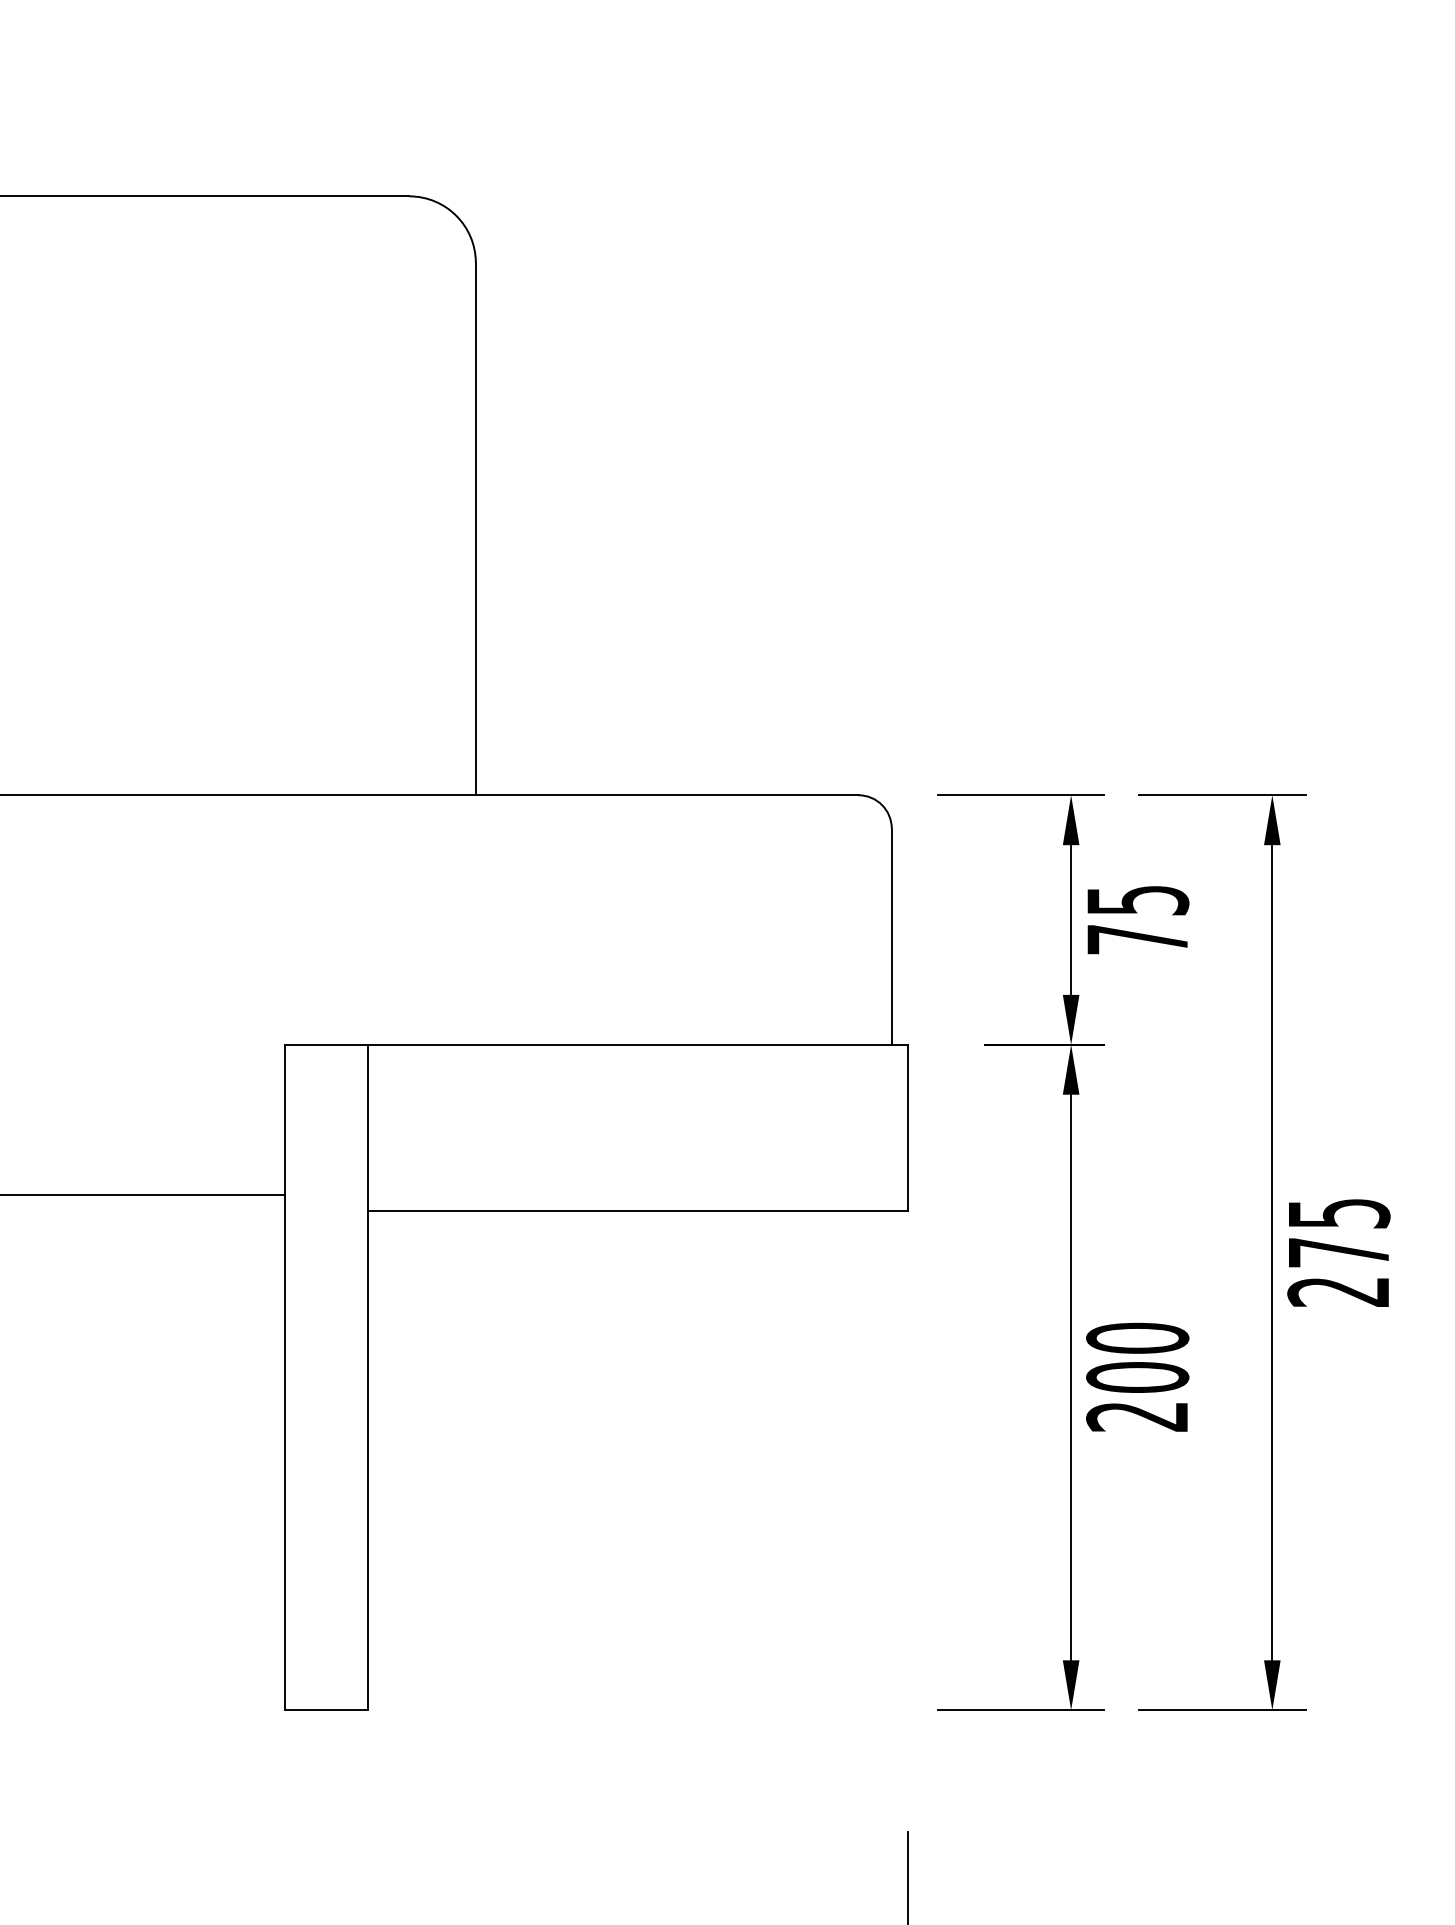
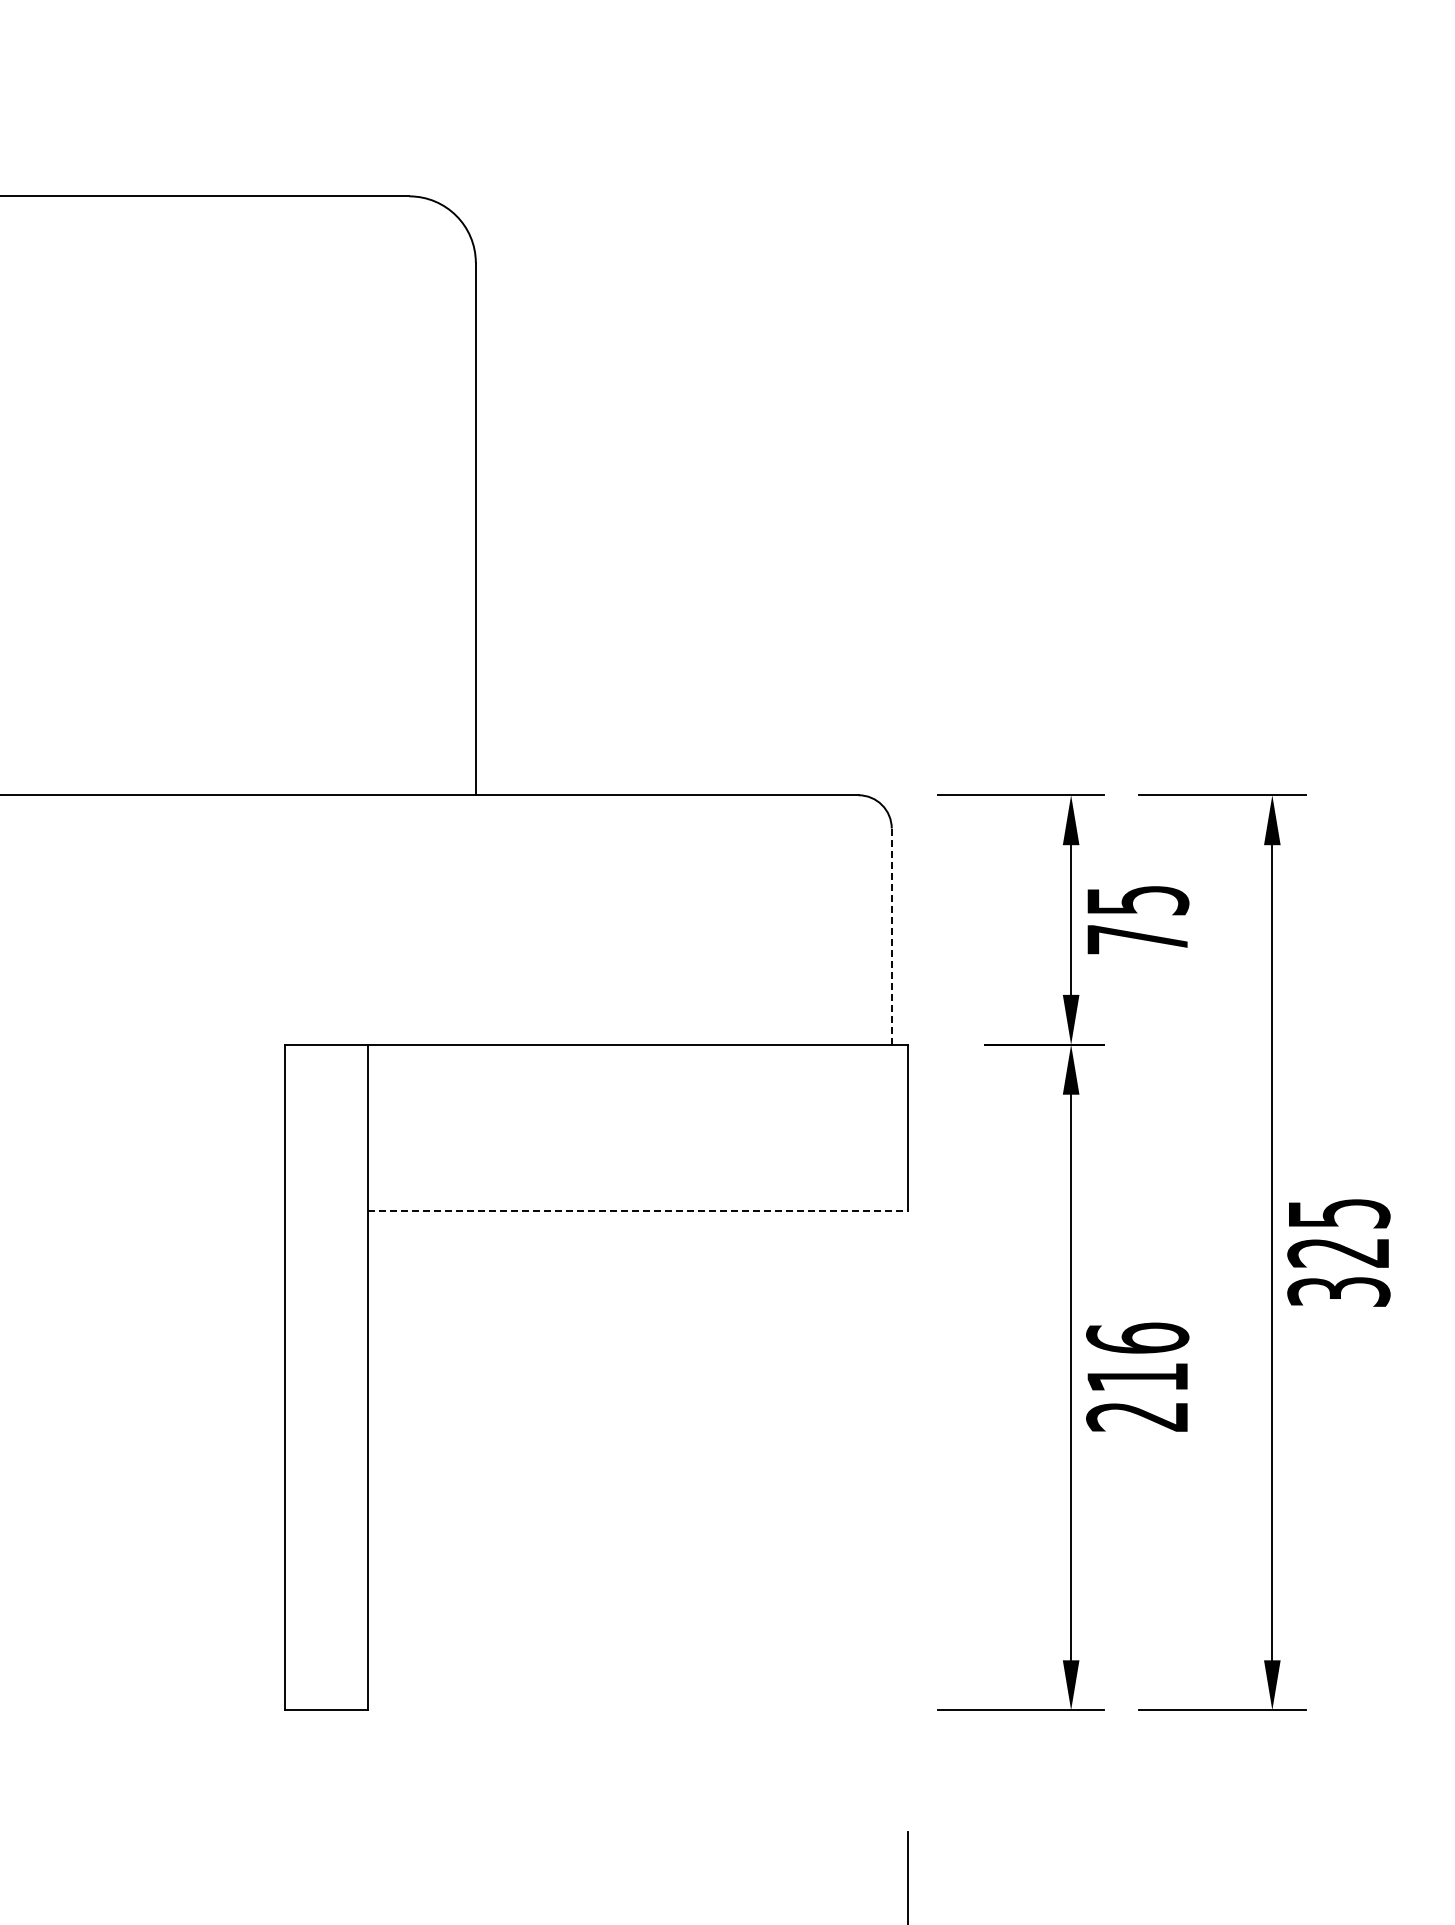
line at (891, 936): solid -> dashed
line at (143, 1194): present -> none
line at (638, 1211): solid -> dashed
text at (1338, 1272): 275 -> 325
text at (1137, 1357): 200 -> 216
